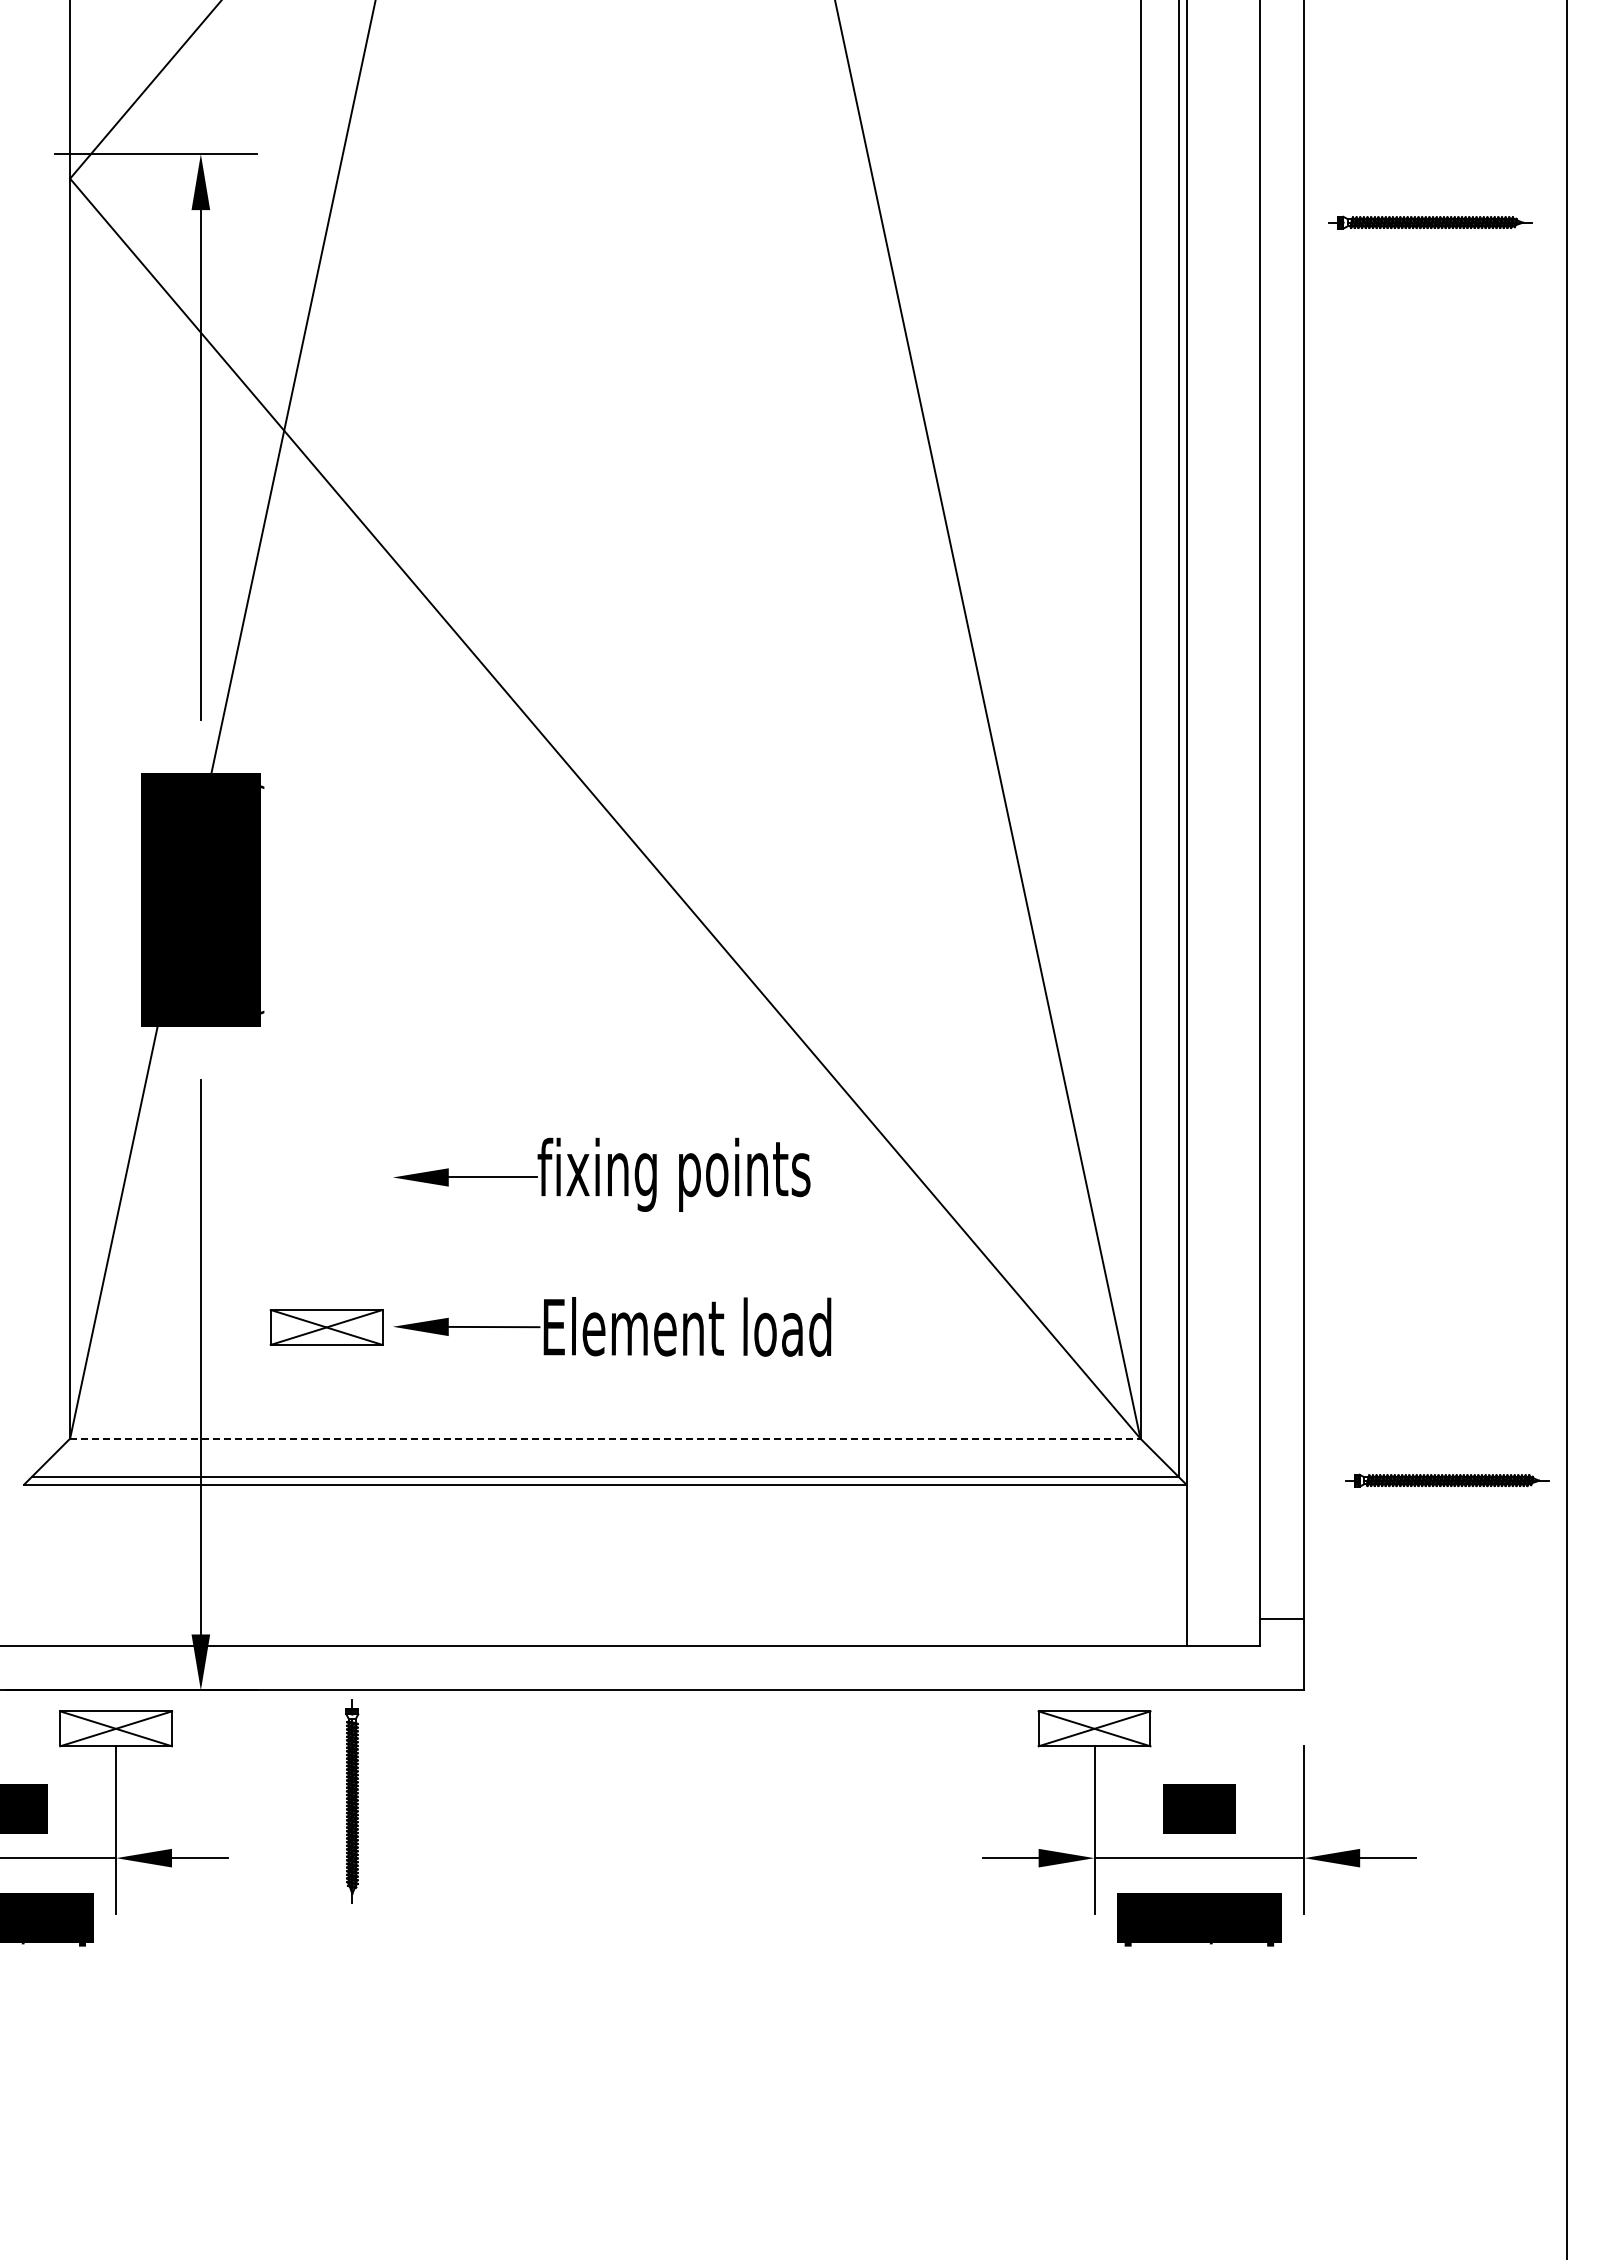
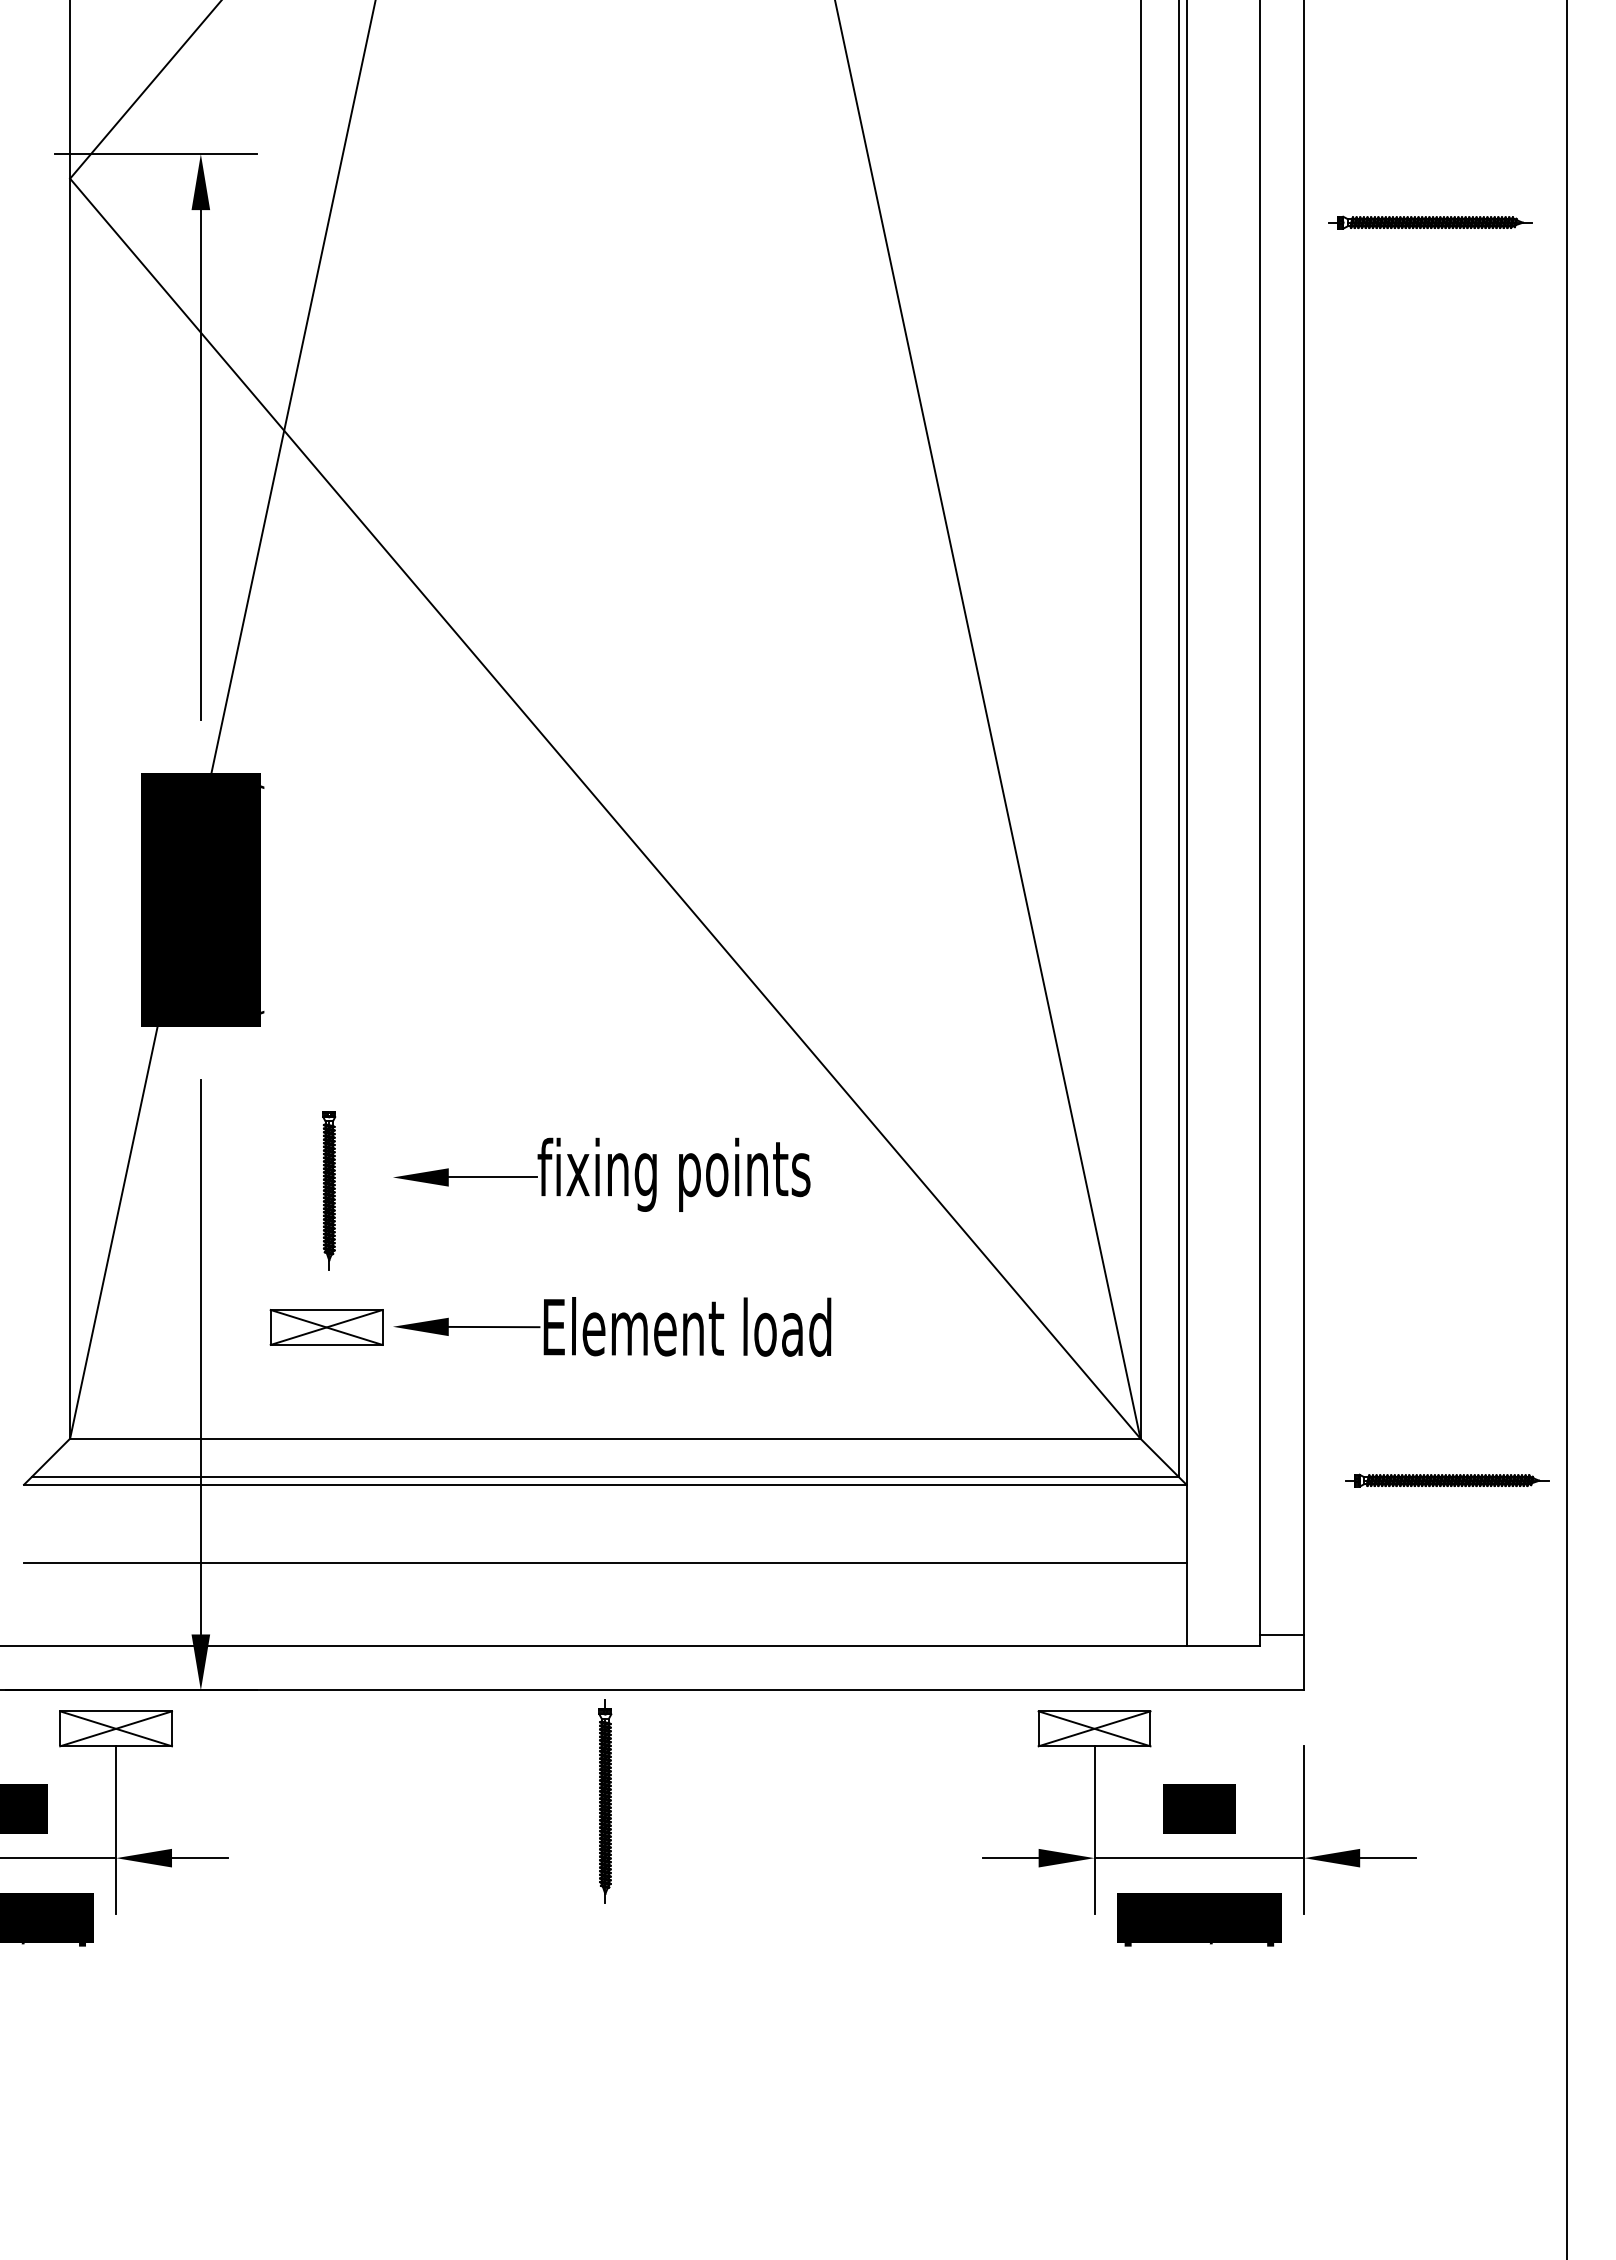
part at (329, 1190): none -> present
line at (605, 1438): dashed -> solid
line at (605, 1563): none -> present
line at (1282, 1619) position: (1282, 1619) -> (1282, 1635)
part at (352, 1801) position: (352, 1801) -> (605, 1801)
